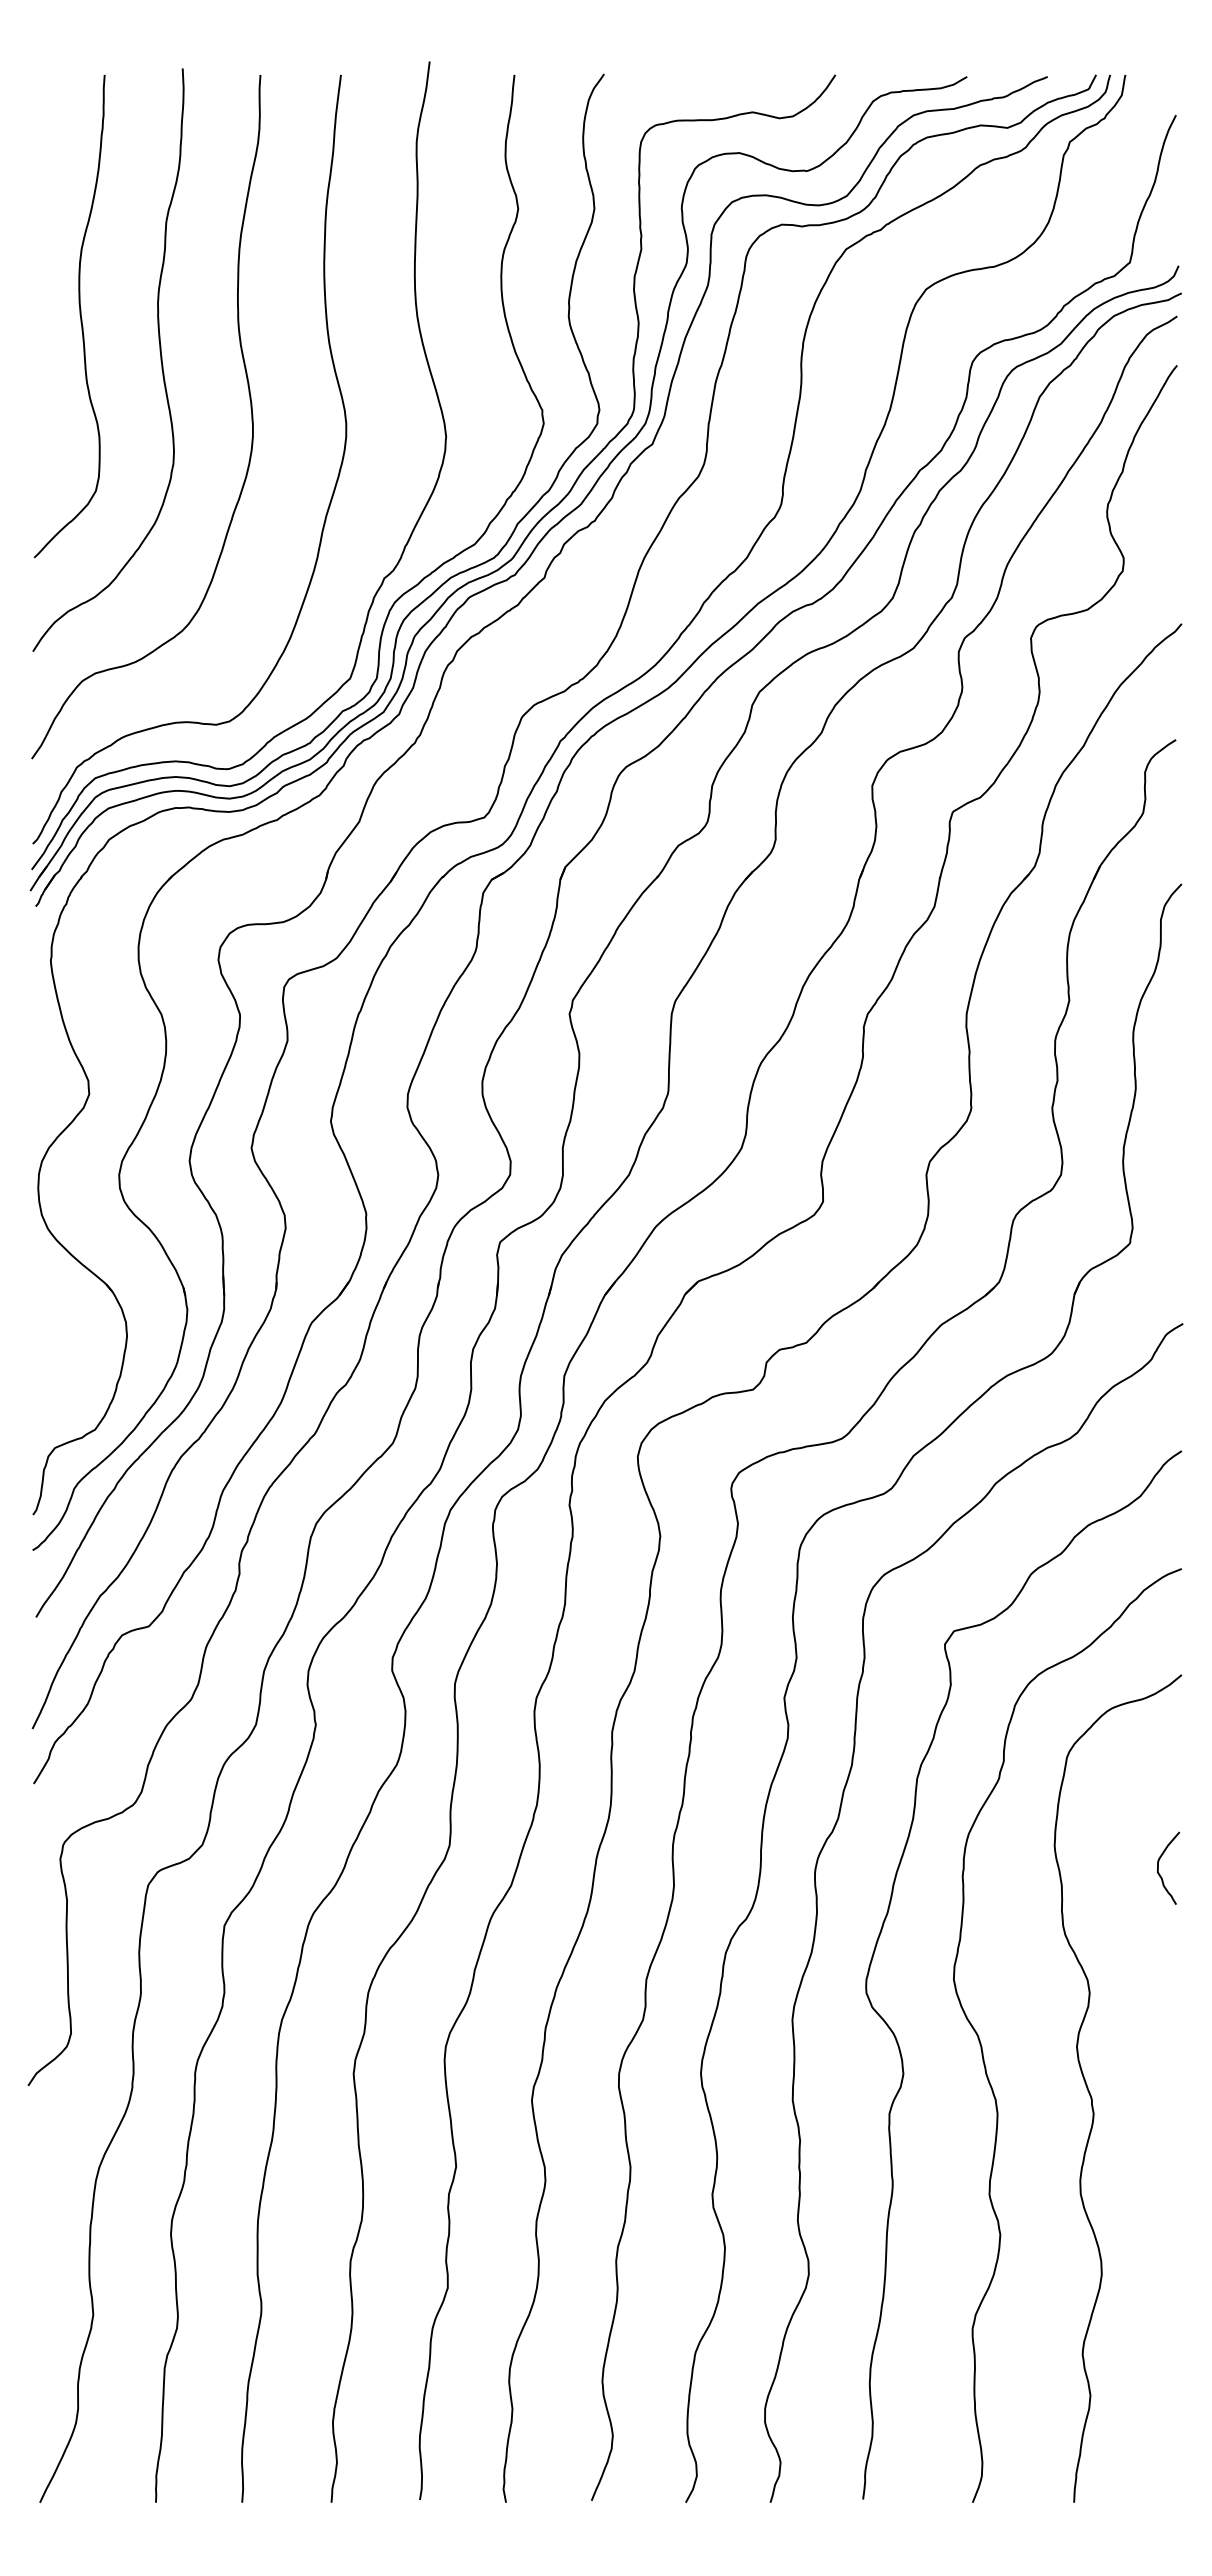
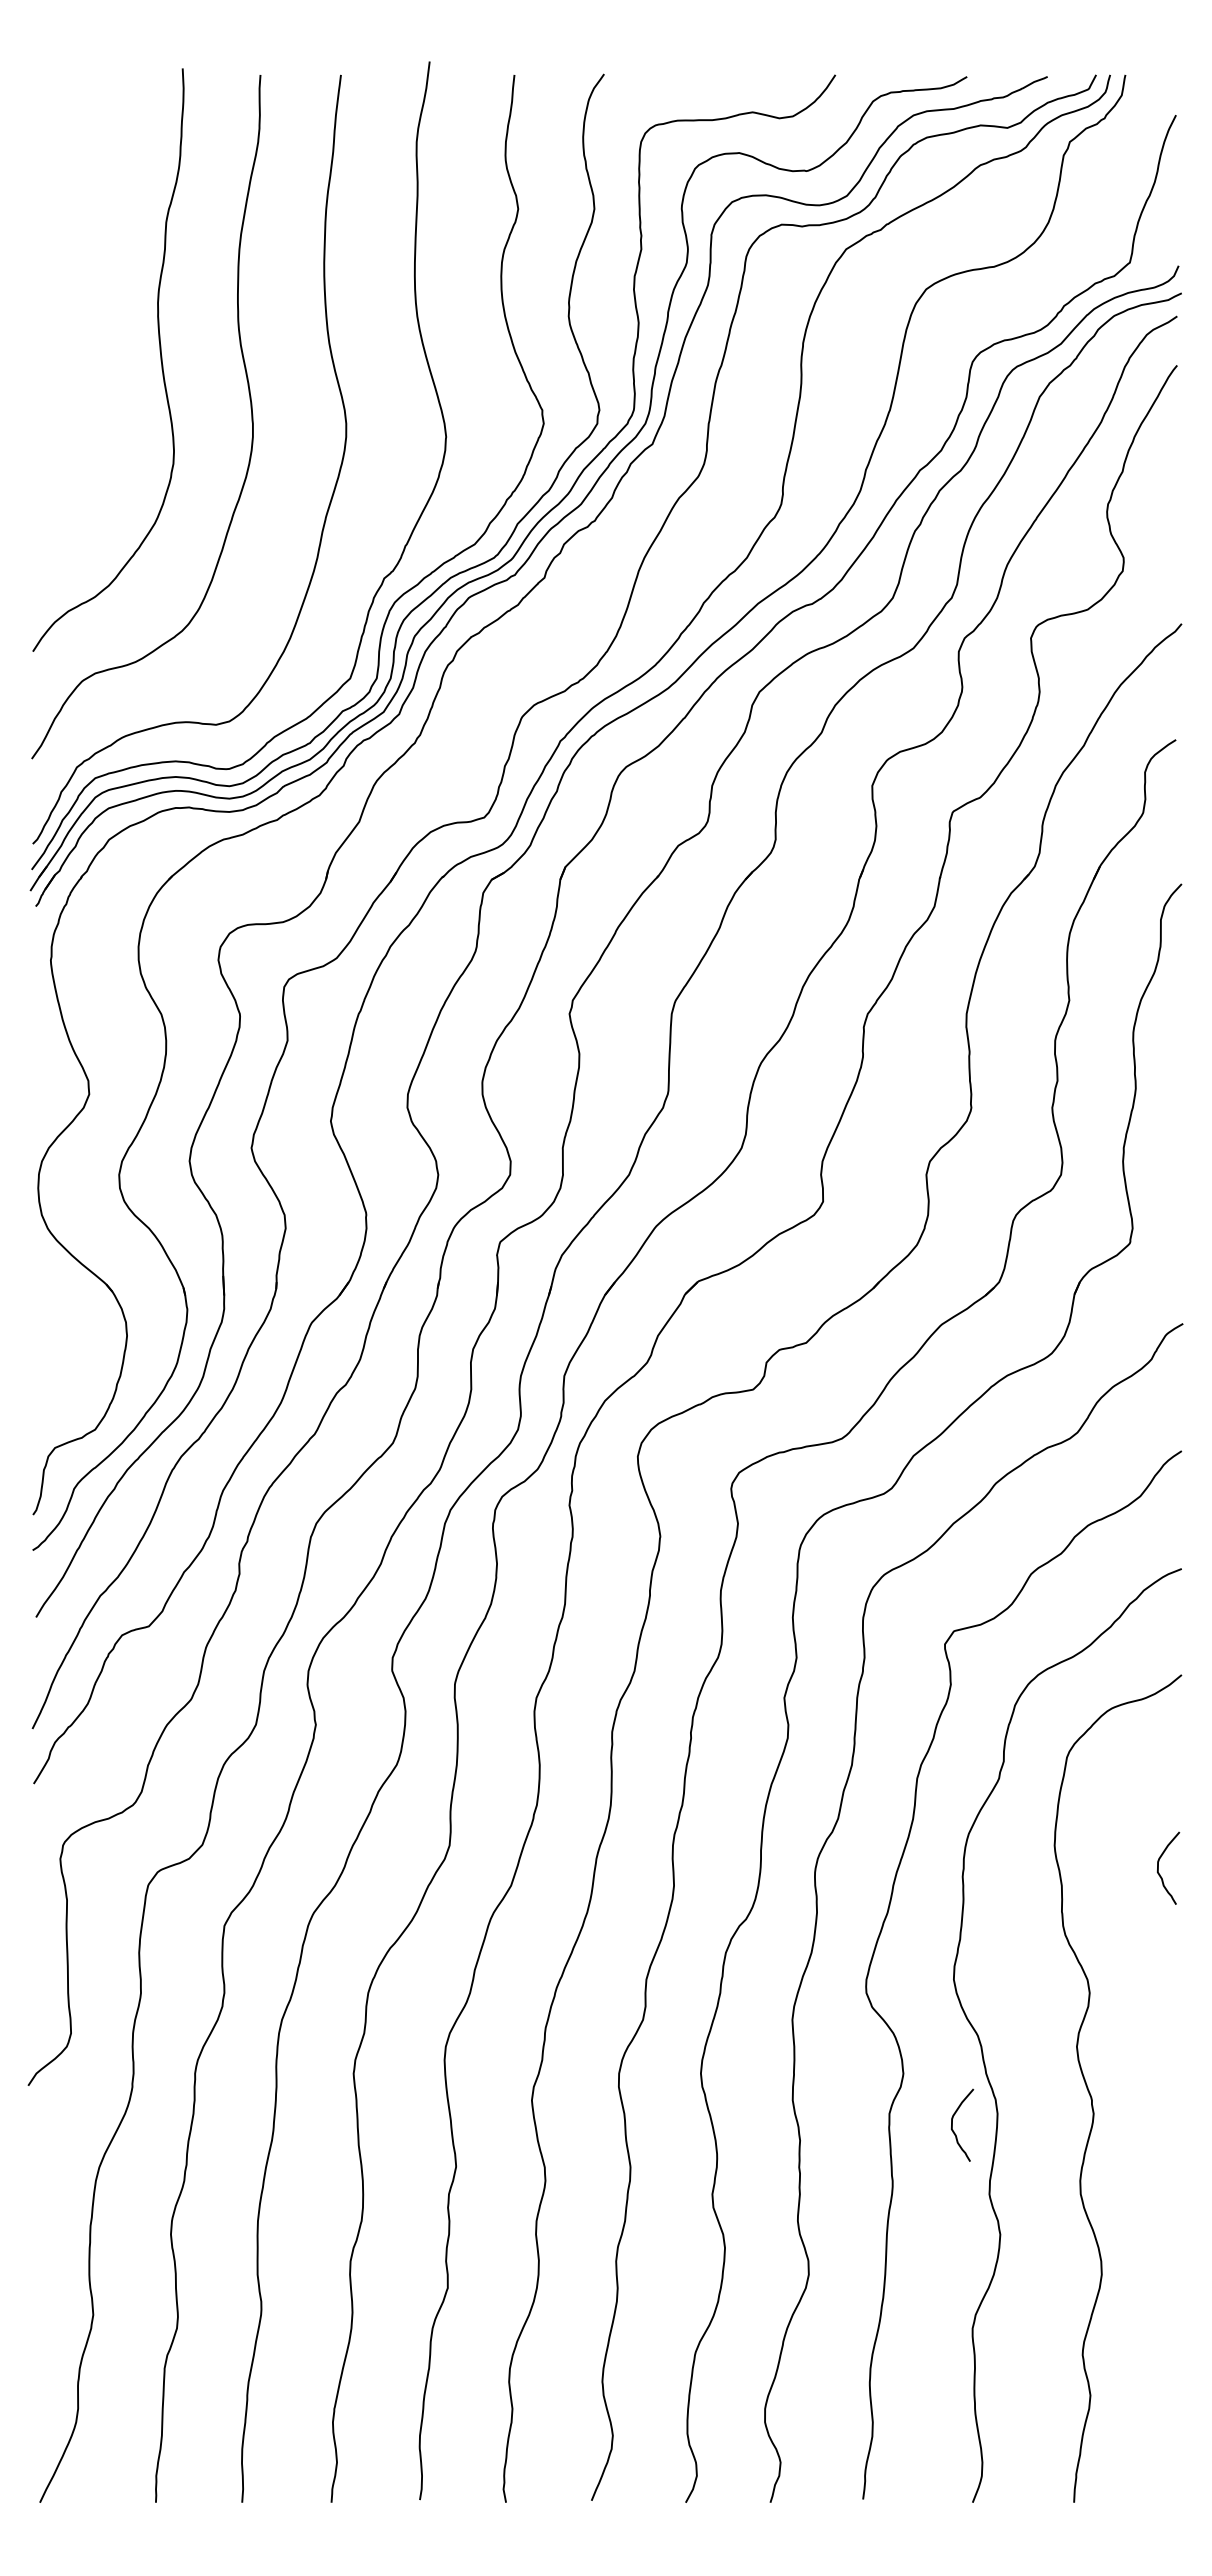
curve at (79, 315): present -> none
curve at (952, 2124): none -> present
